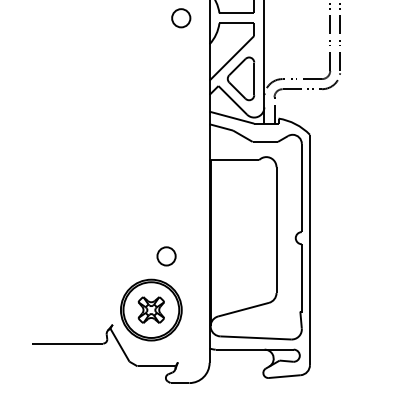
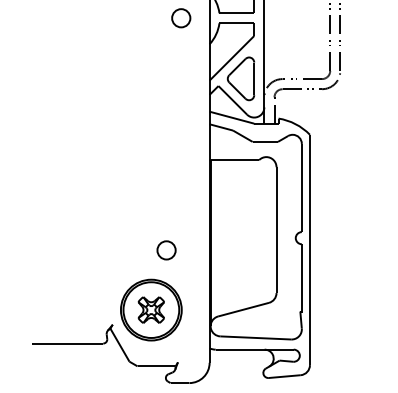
part at (166, 256) position: (166, 256) -> (166, 250)
